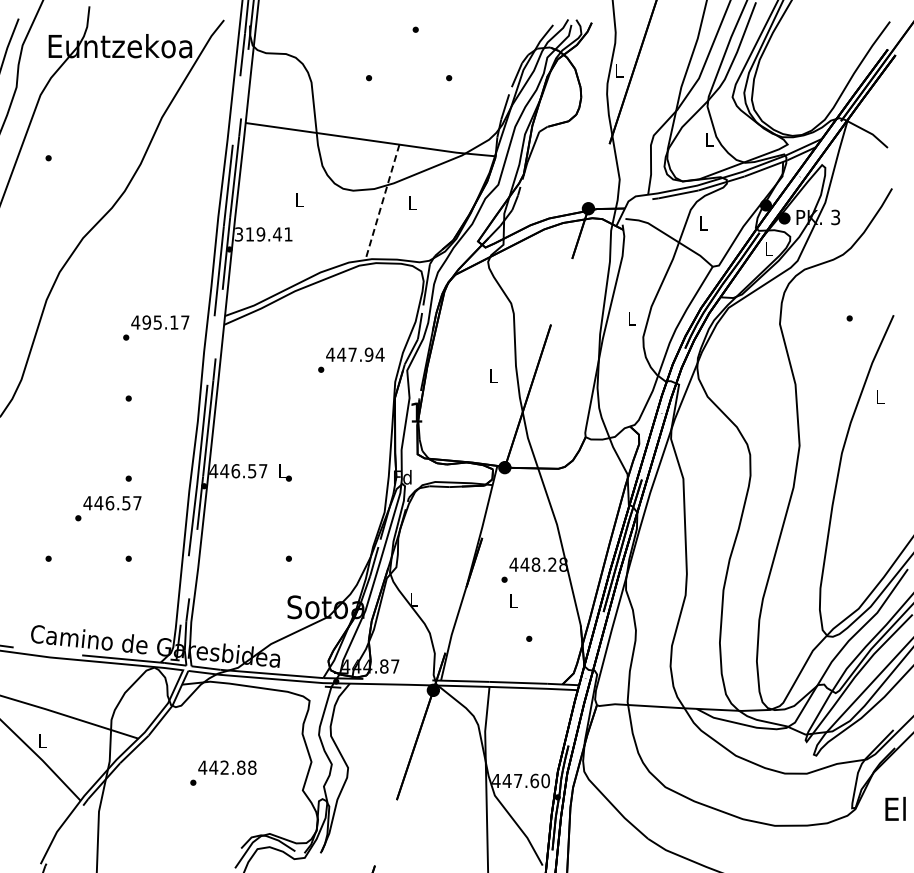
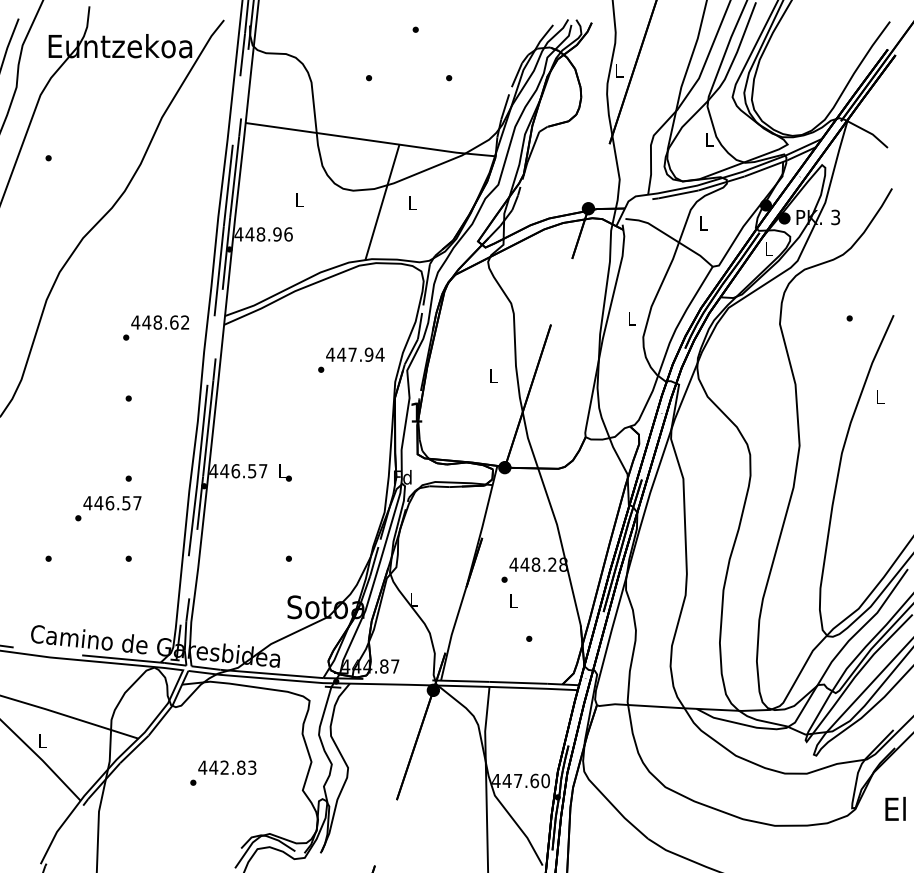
line at (382, 202): dashed -> solid
text at (263, 234): 319.41 -> 448.96
text at (165, 322): 495.17 -> 448.62
text at (252, 767): 442.88 -> 442.83
